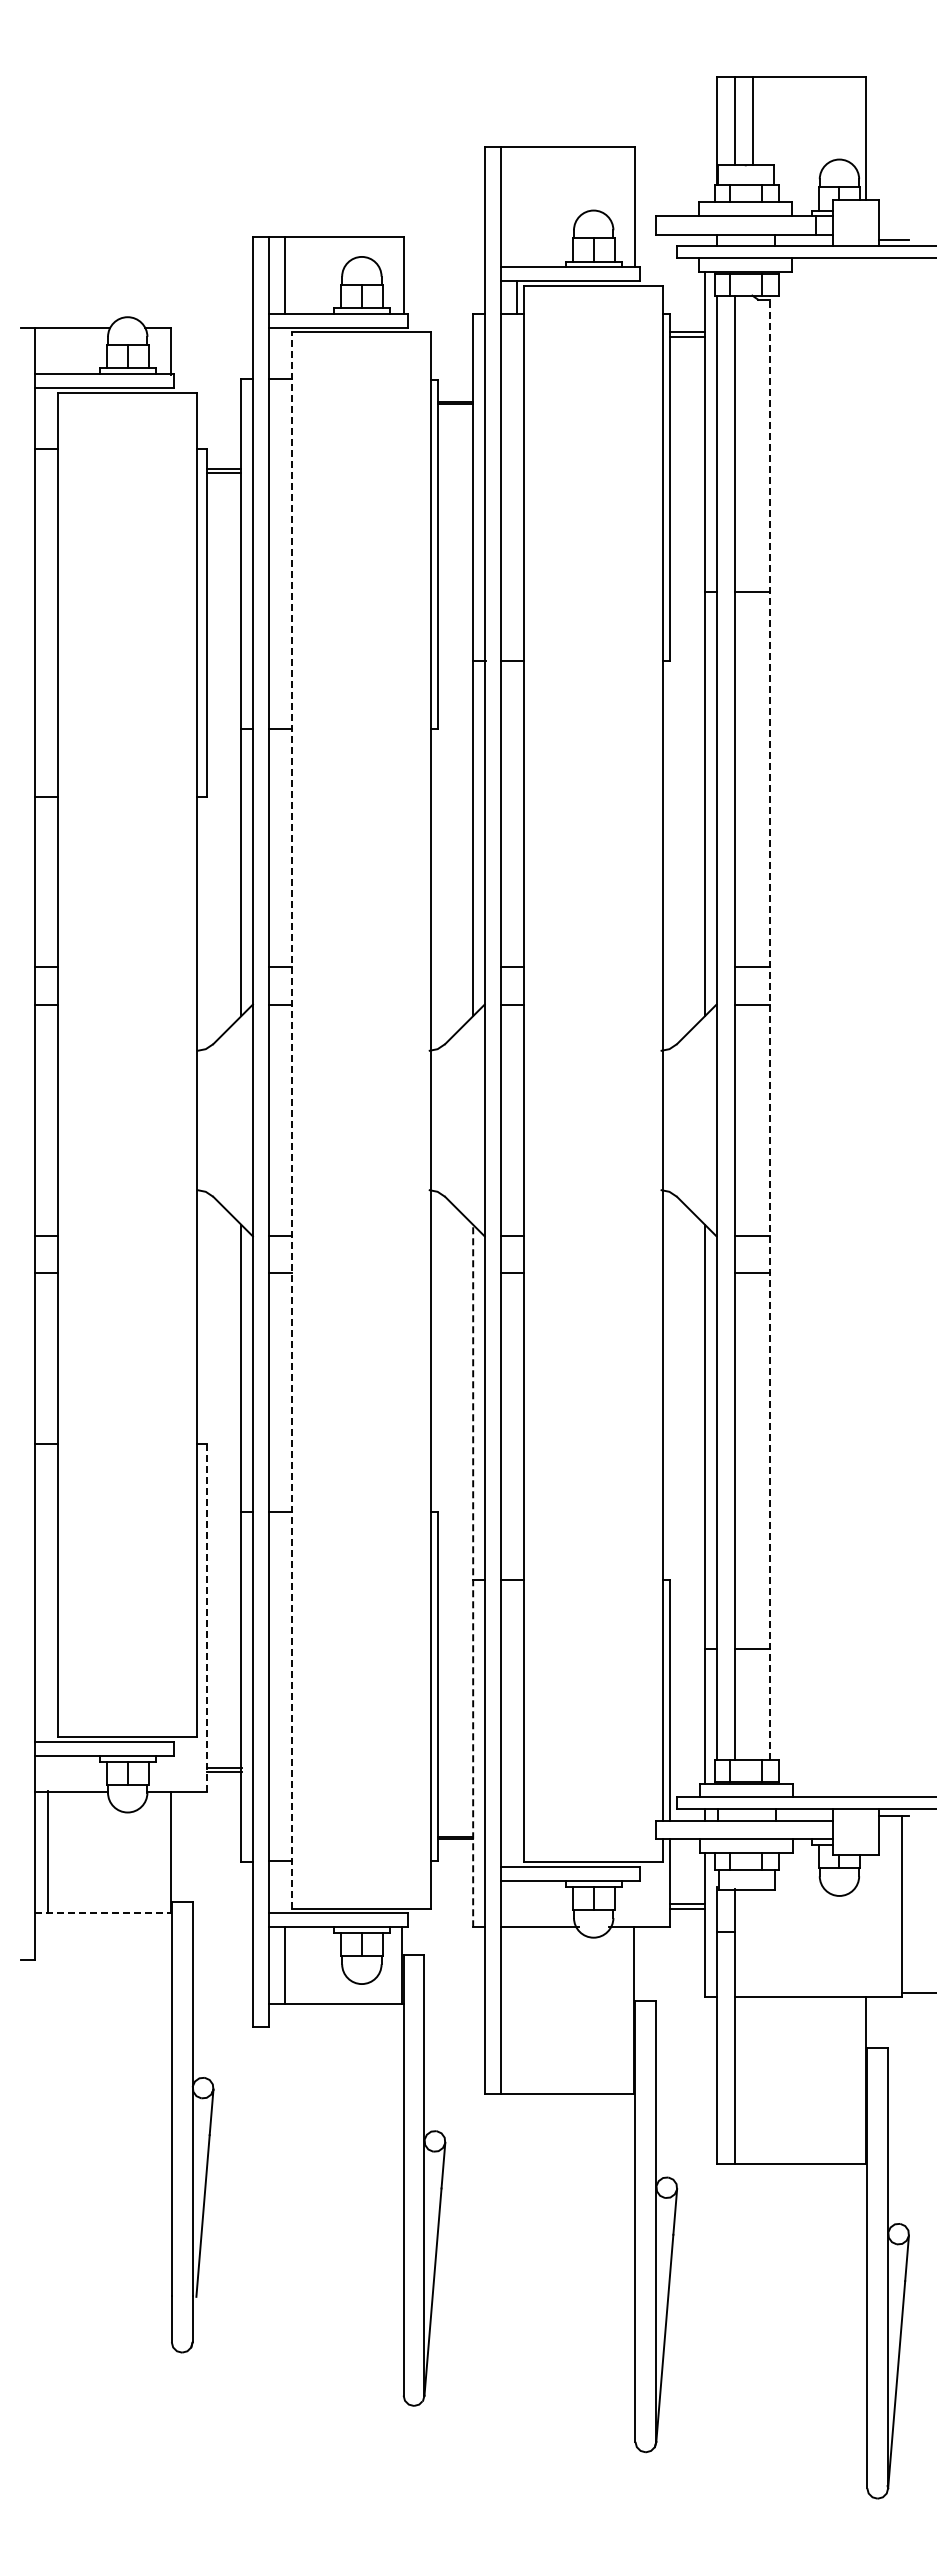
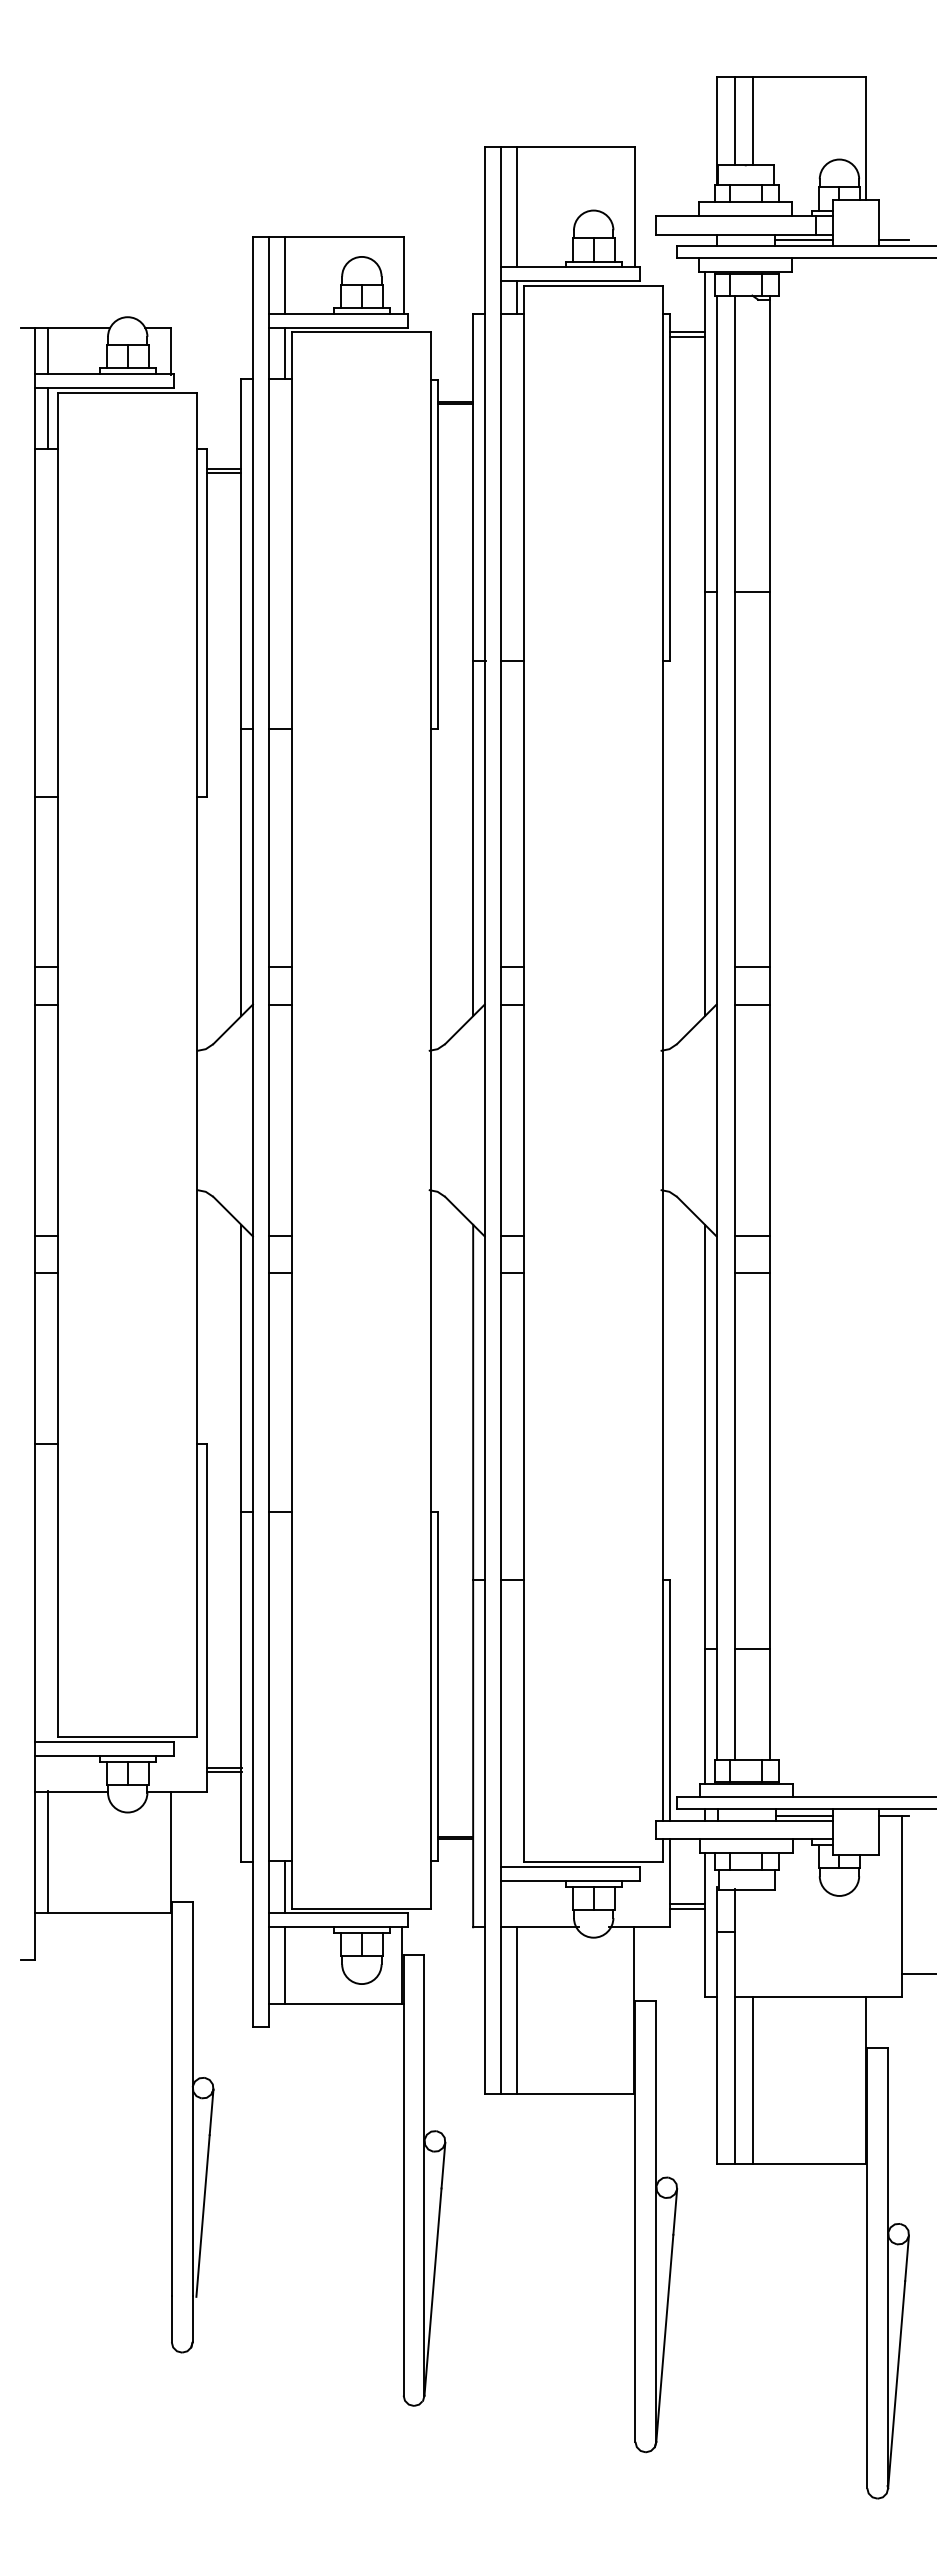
line at (516, 206): none -> present
line at (803, 239): none -> present
line at (48, 350): none -> present
line at (284, 352): none -> present
line at (48, 418): none -> present
line at (770, 1027): dashed -> solid
line at (292, 1120): dashed -> solid
line at (473, 1575): dashed -> solid
line at (206, 1617): dashed -> solid
line at (804, 1815): none -> present
line at (284, 1887): none -> present
line at (102, 1913): dashed -> solid
line at (917, 1992) position: (917, 1992) -> (917, 1973)
line at (516, 2010): none -> present
line at (753, 2079): none -> present
